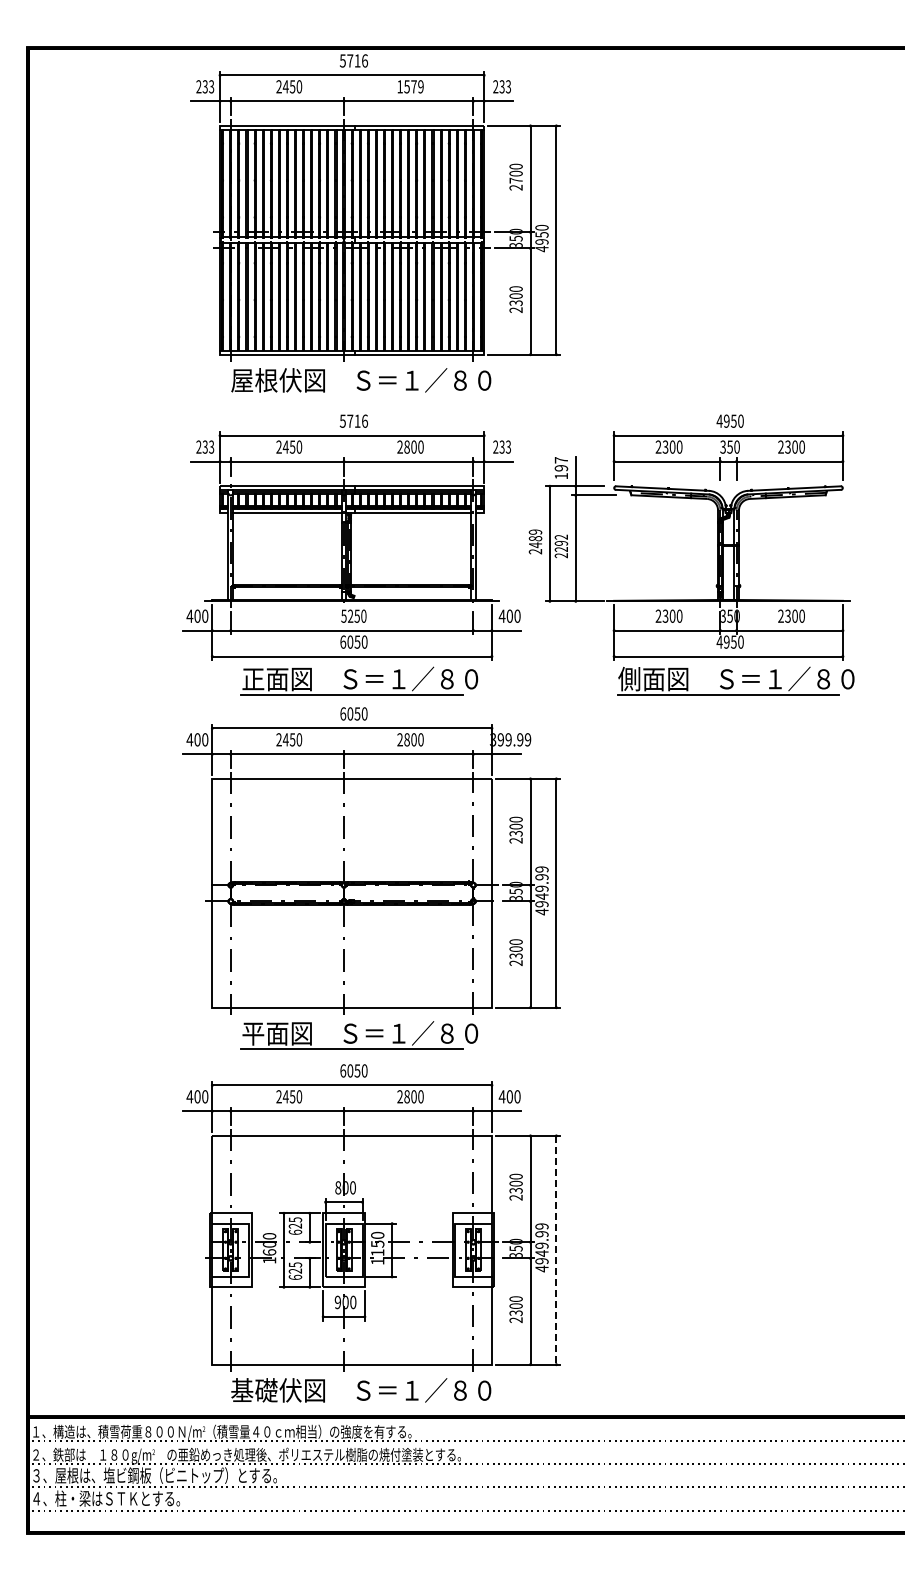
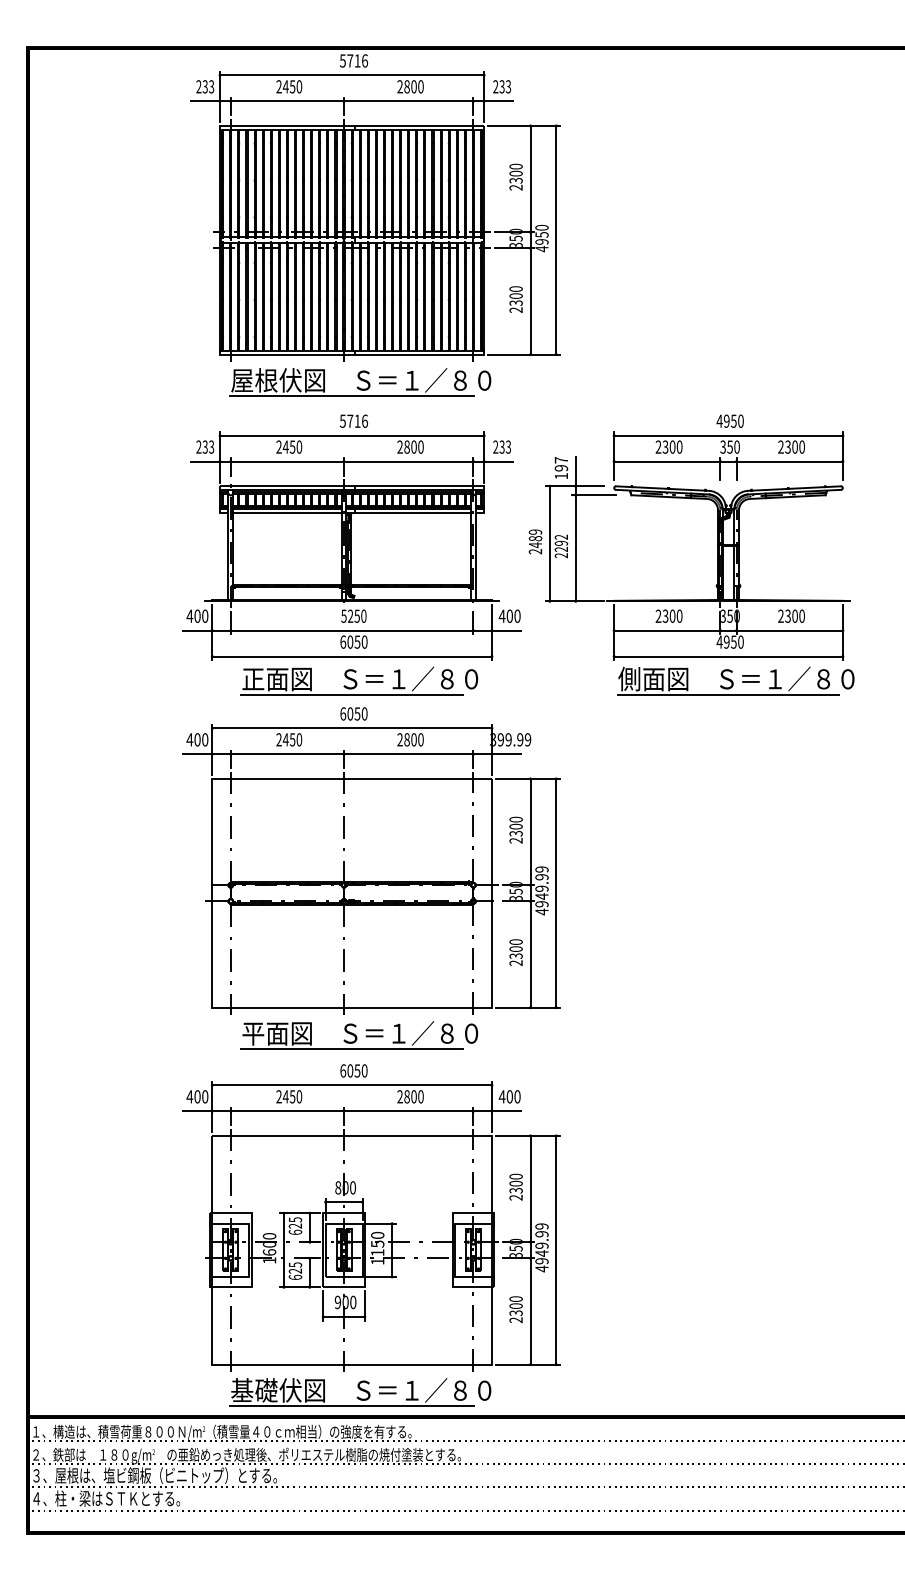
text at (410, 86): 1579 -> 2800
text at (515, 180): 2700 -> 2300
line at (352, 396): none -> present
line at (556, 1250): dashed -> solid
line at (352, 1406): none -> present
